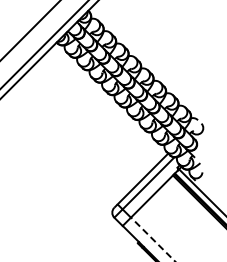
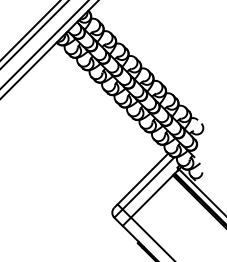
line at (34, 34): none -> present
line at (152, 239): dashed -> solid
